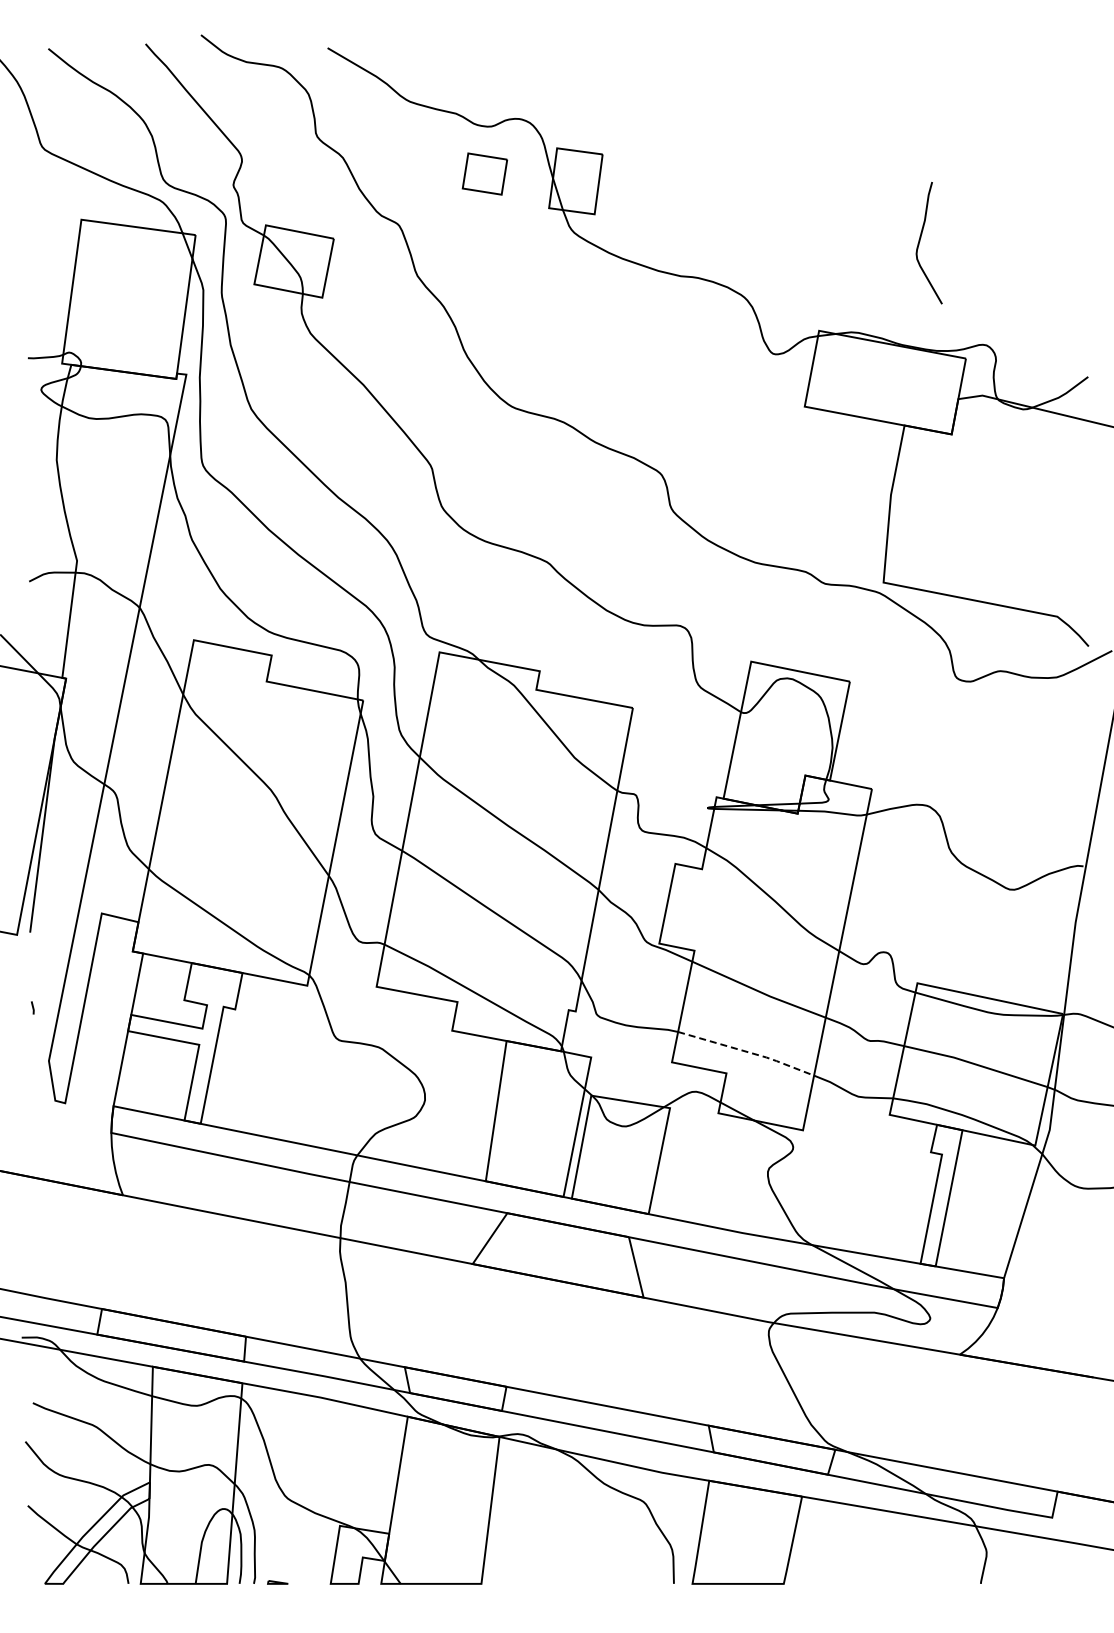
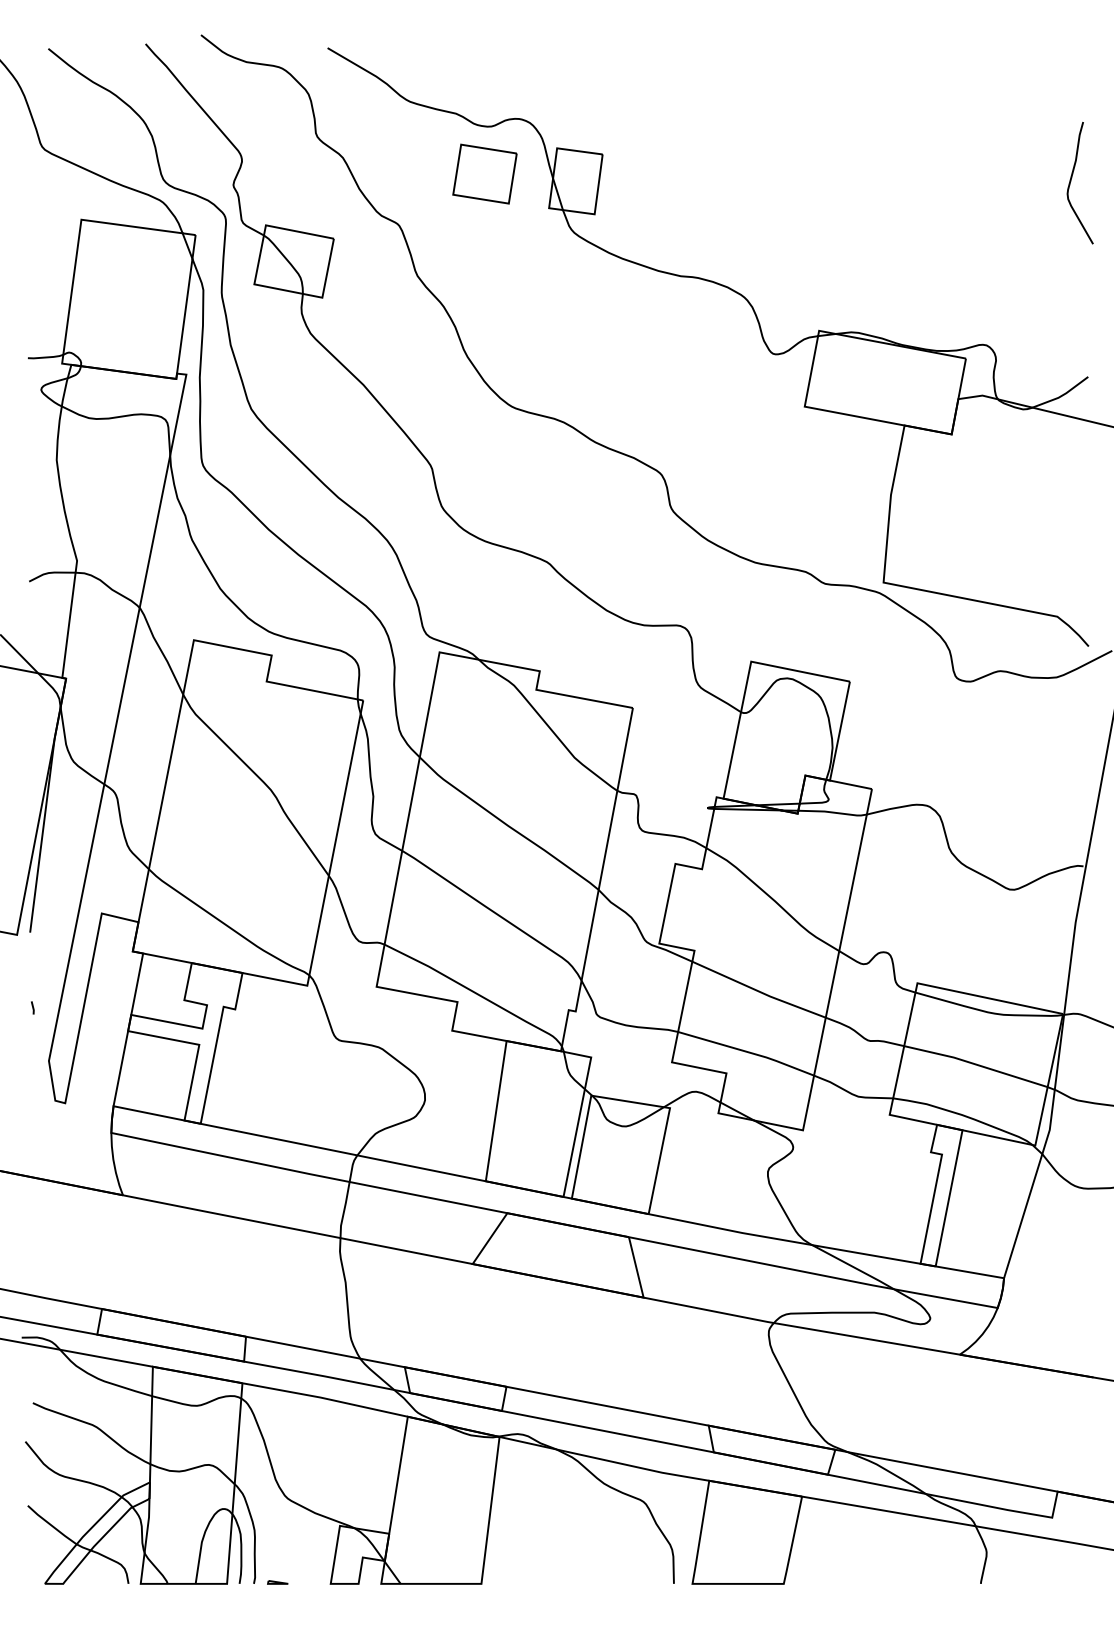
part at (484, 173) size: 48x44 px -> 66x62 px
curve at (920, 241) position: (920, 241) -> (1071, 181)
line at (748, 1052): dashed -> solid
